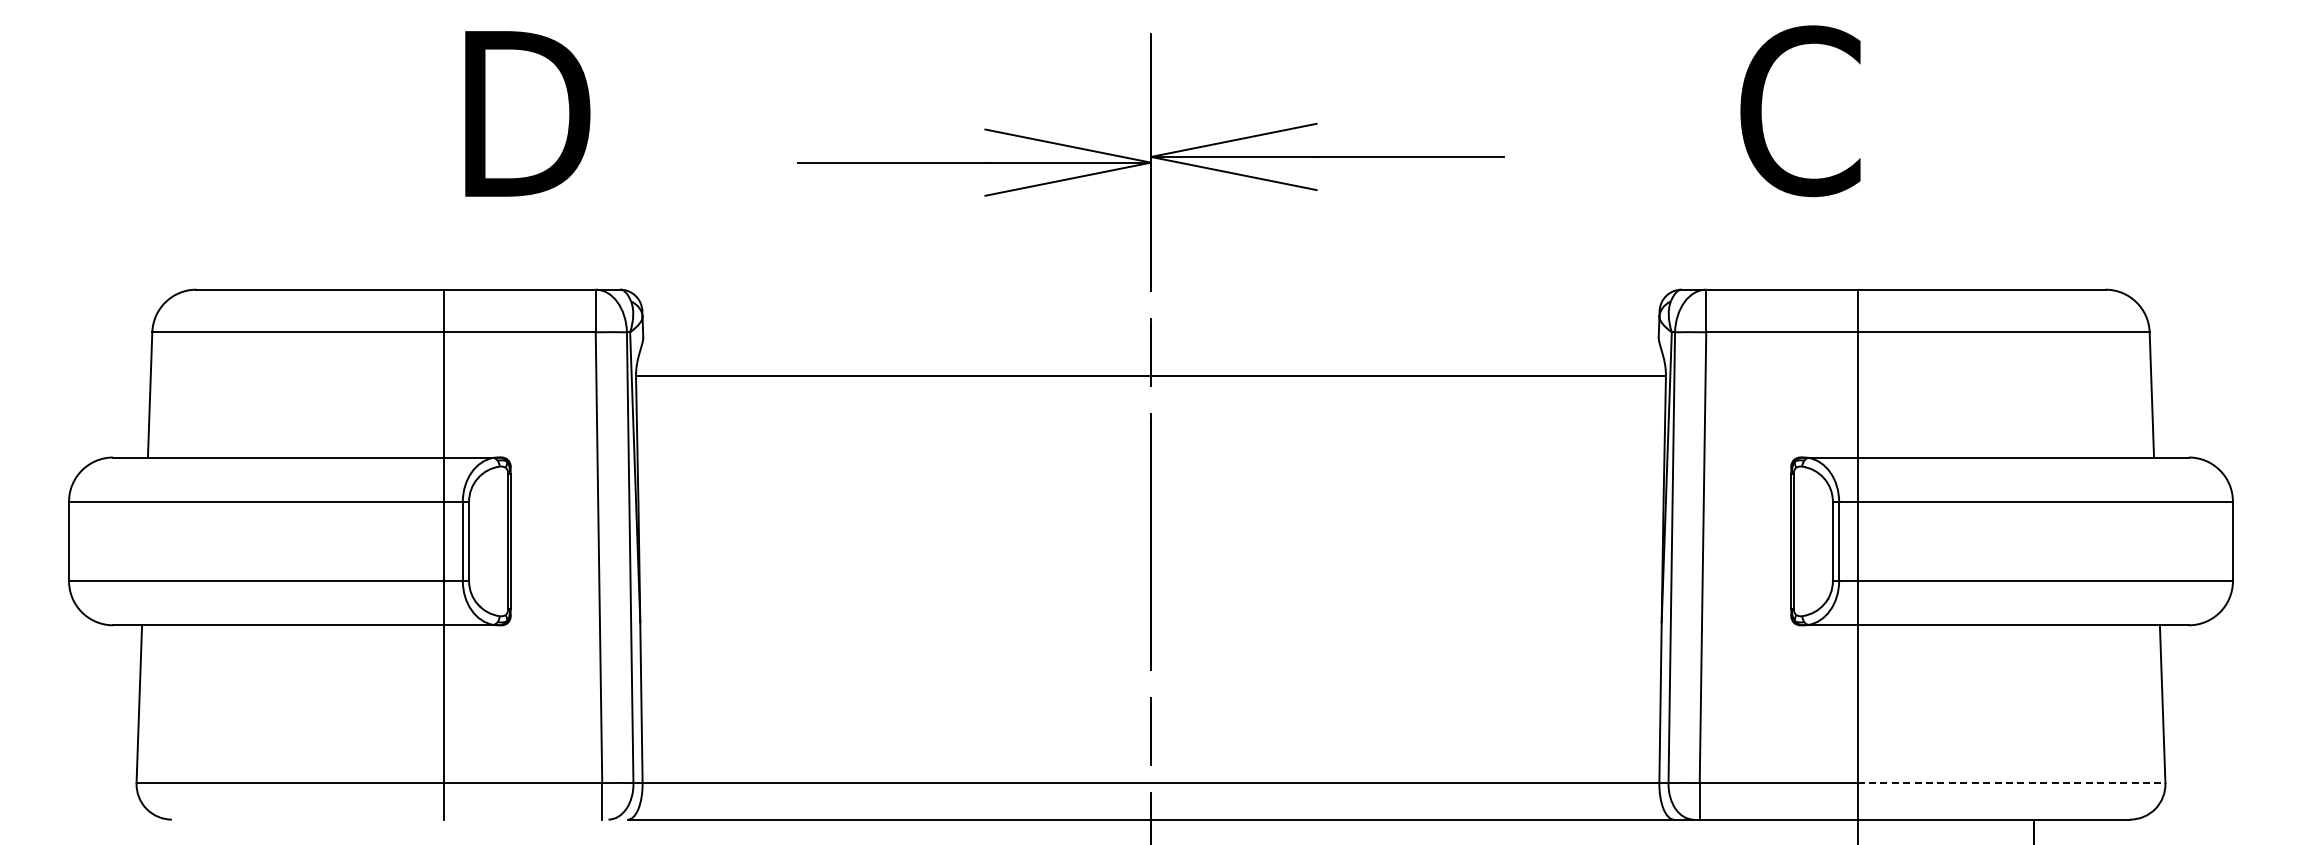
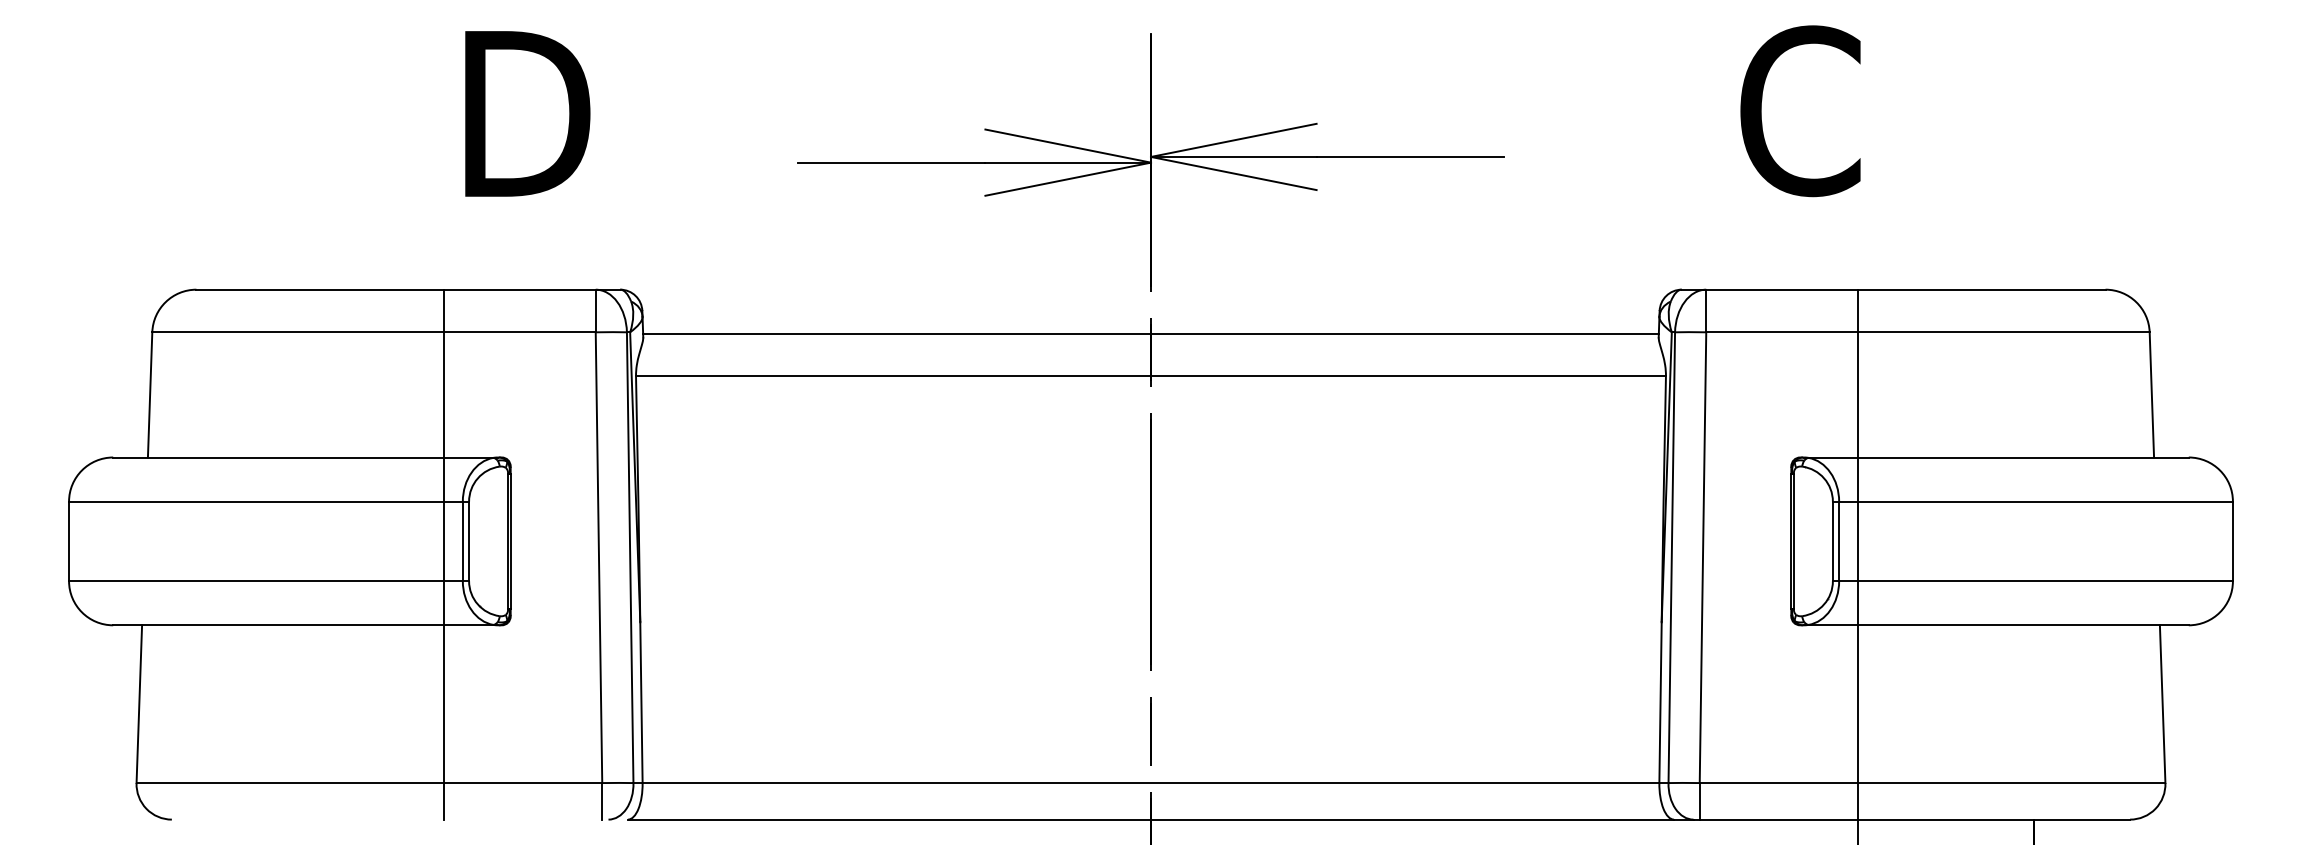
line at (1150, 333): none -> present
line at (2011, 783): dashed -> solid
